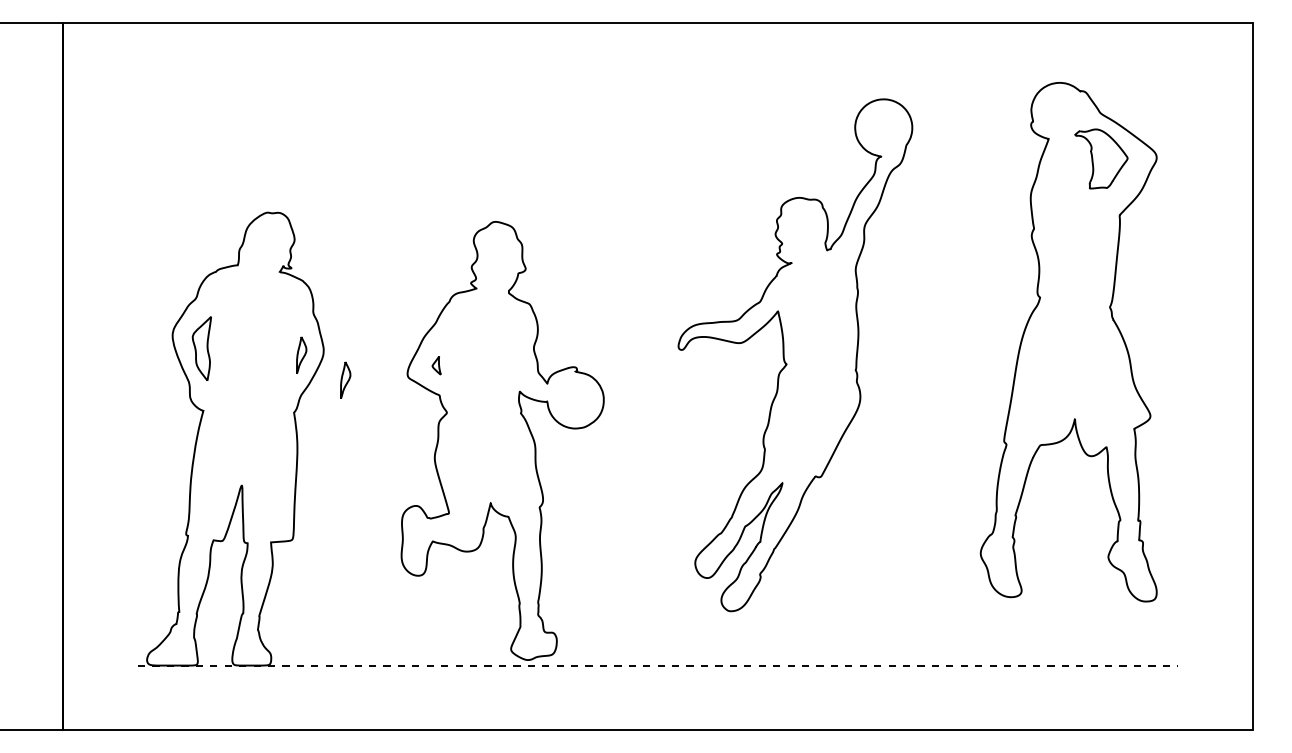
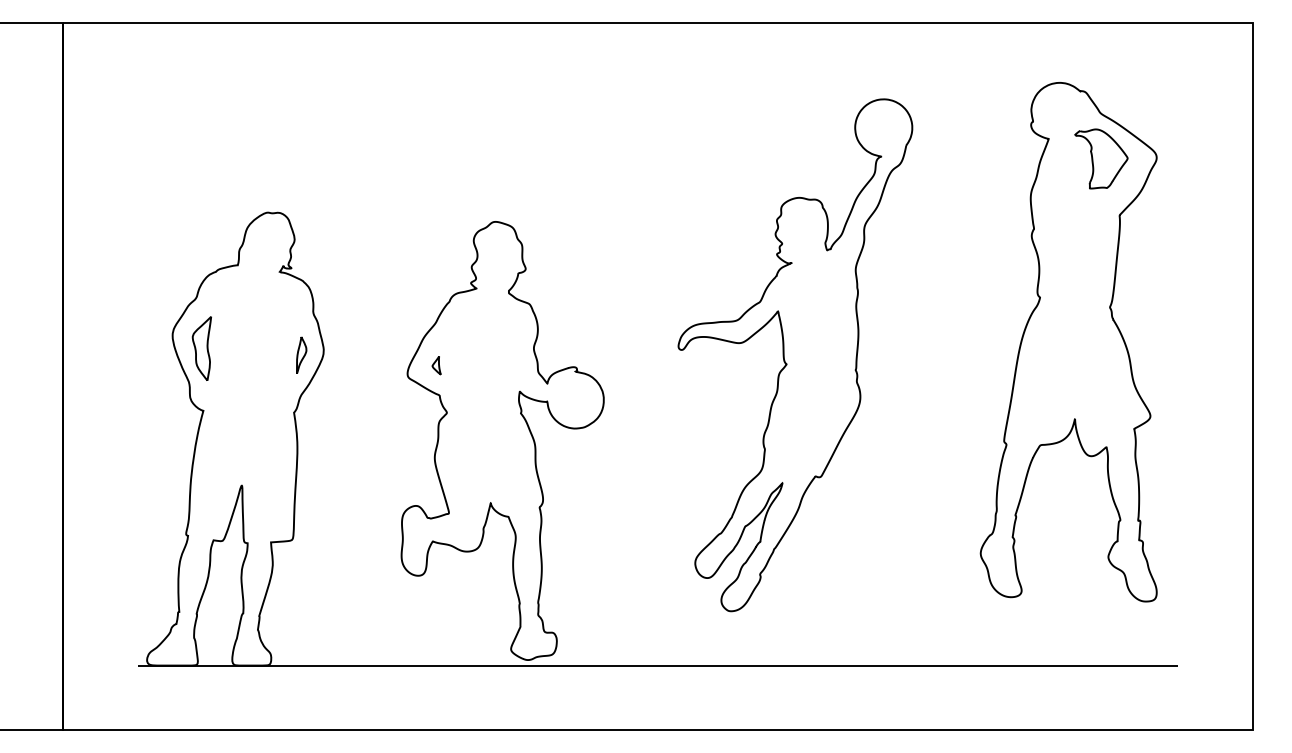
part at (345, 379): present -> none
line at (657, 665): dashed -> solid
